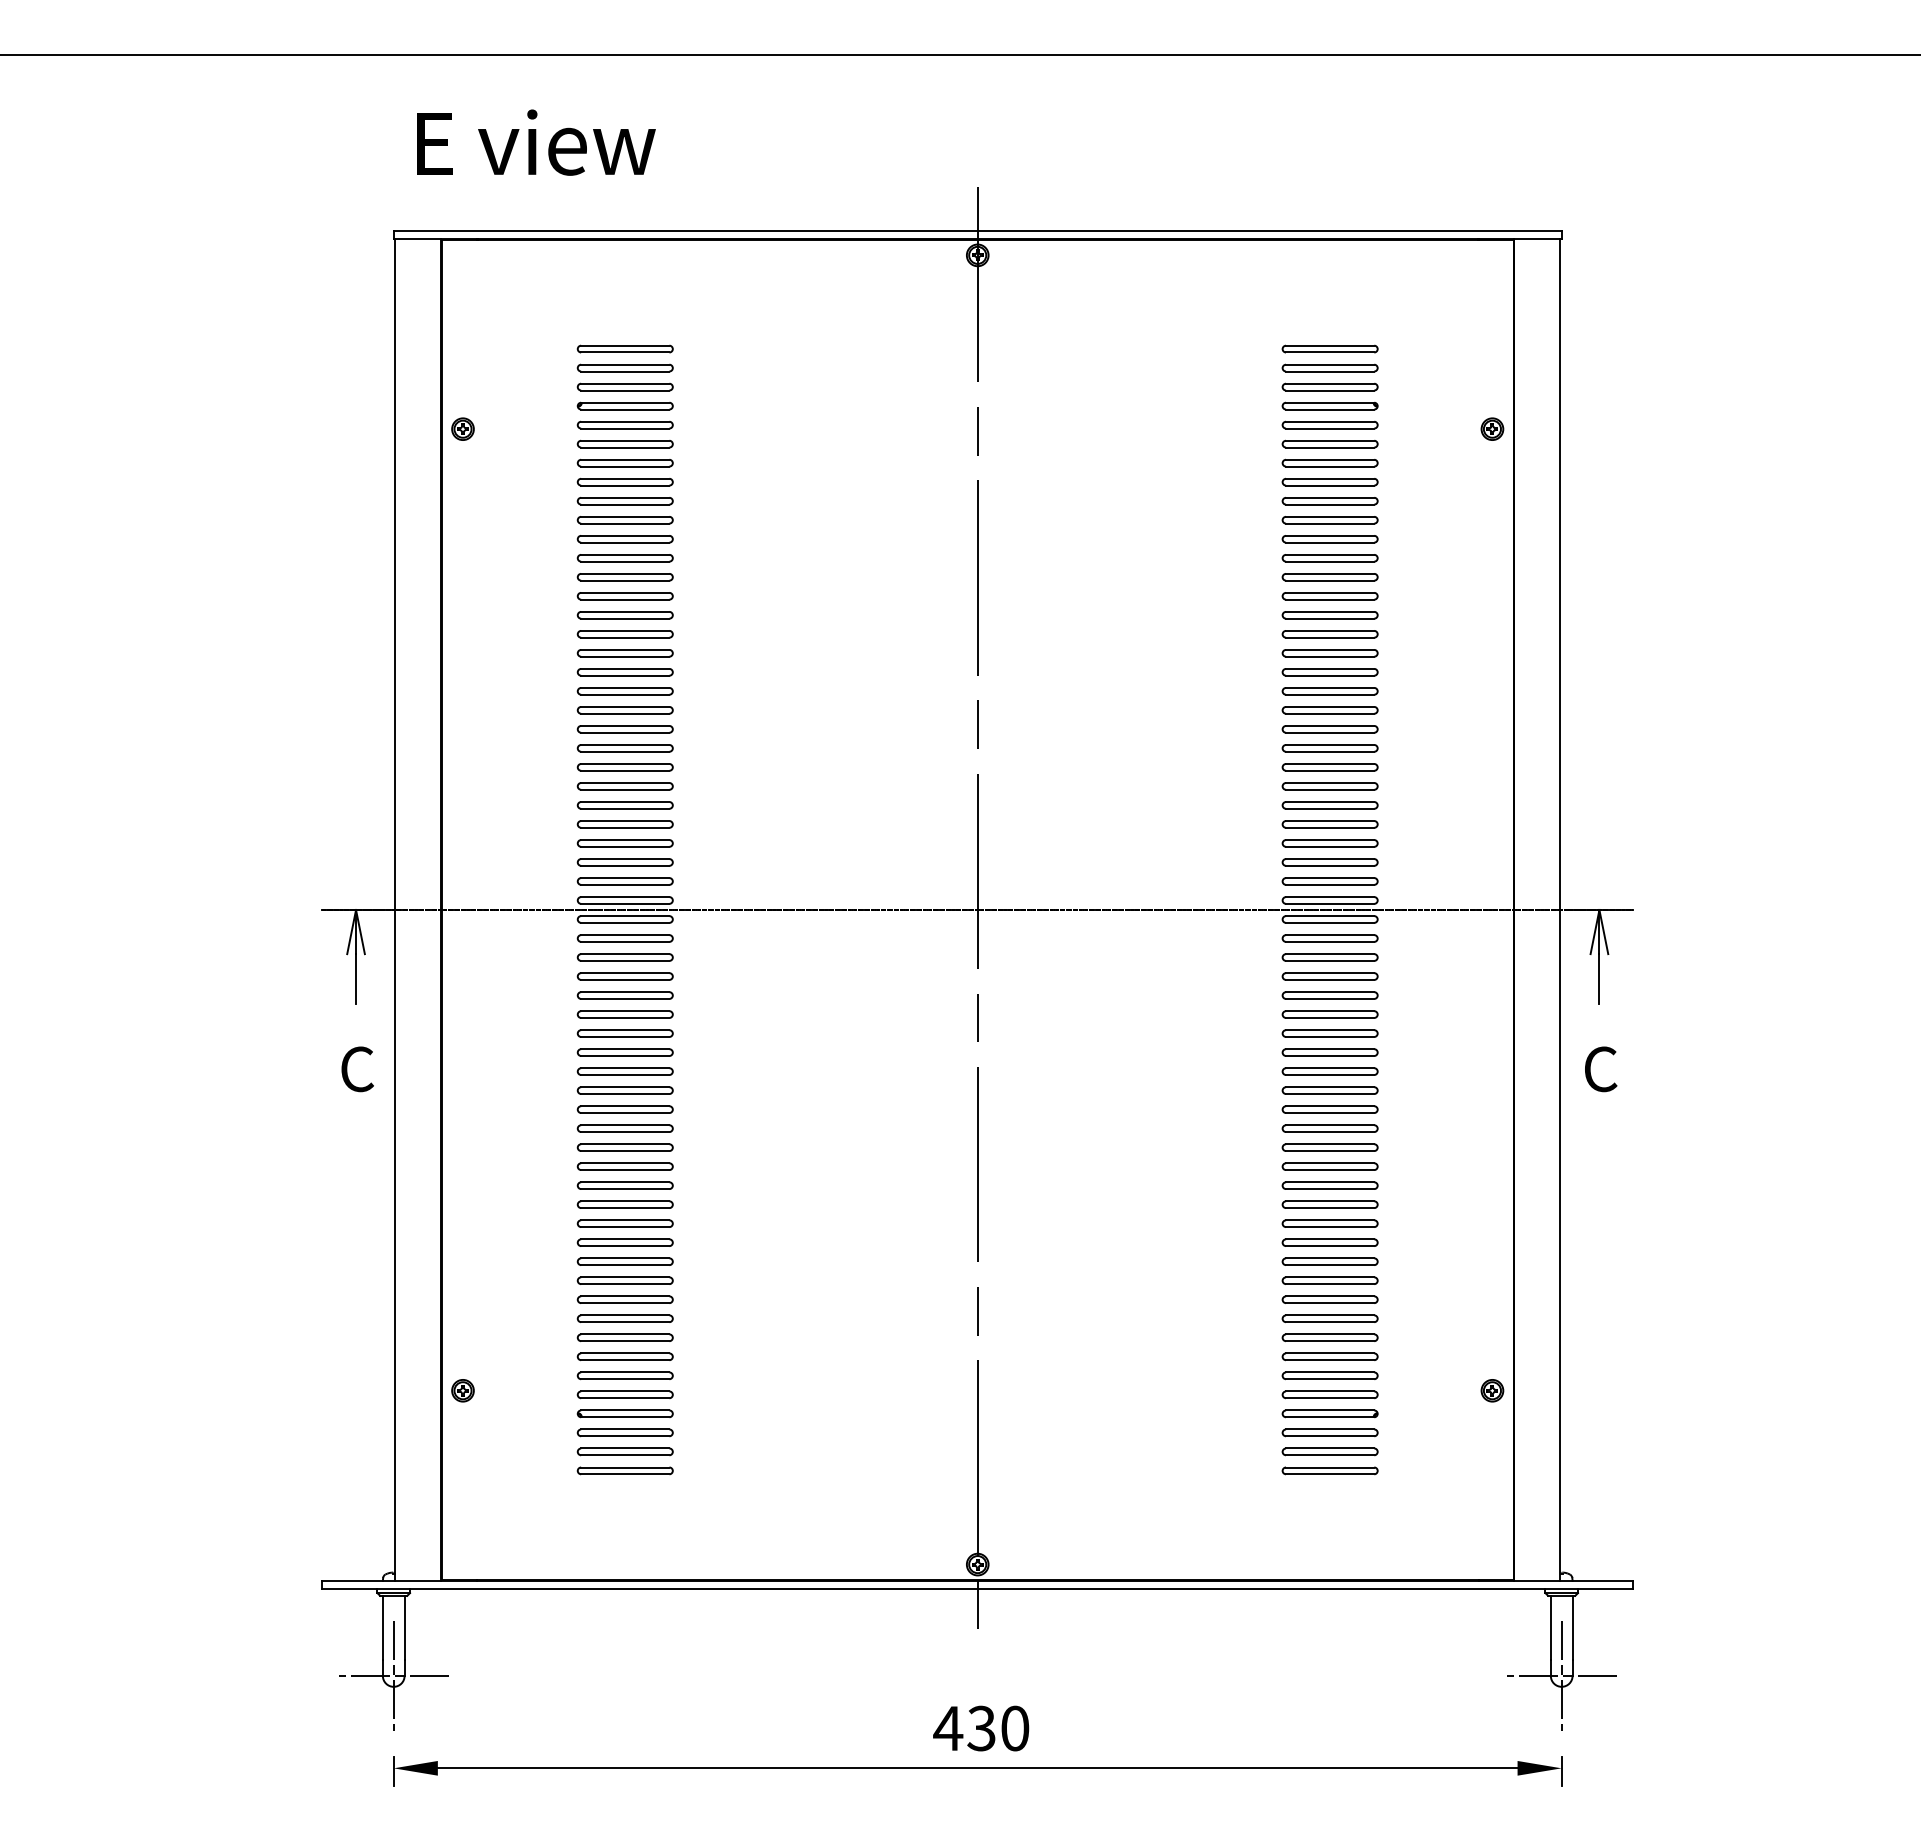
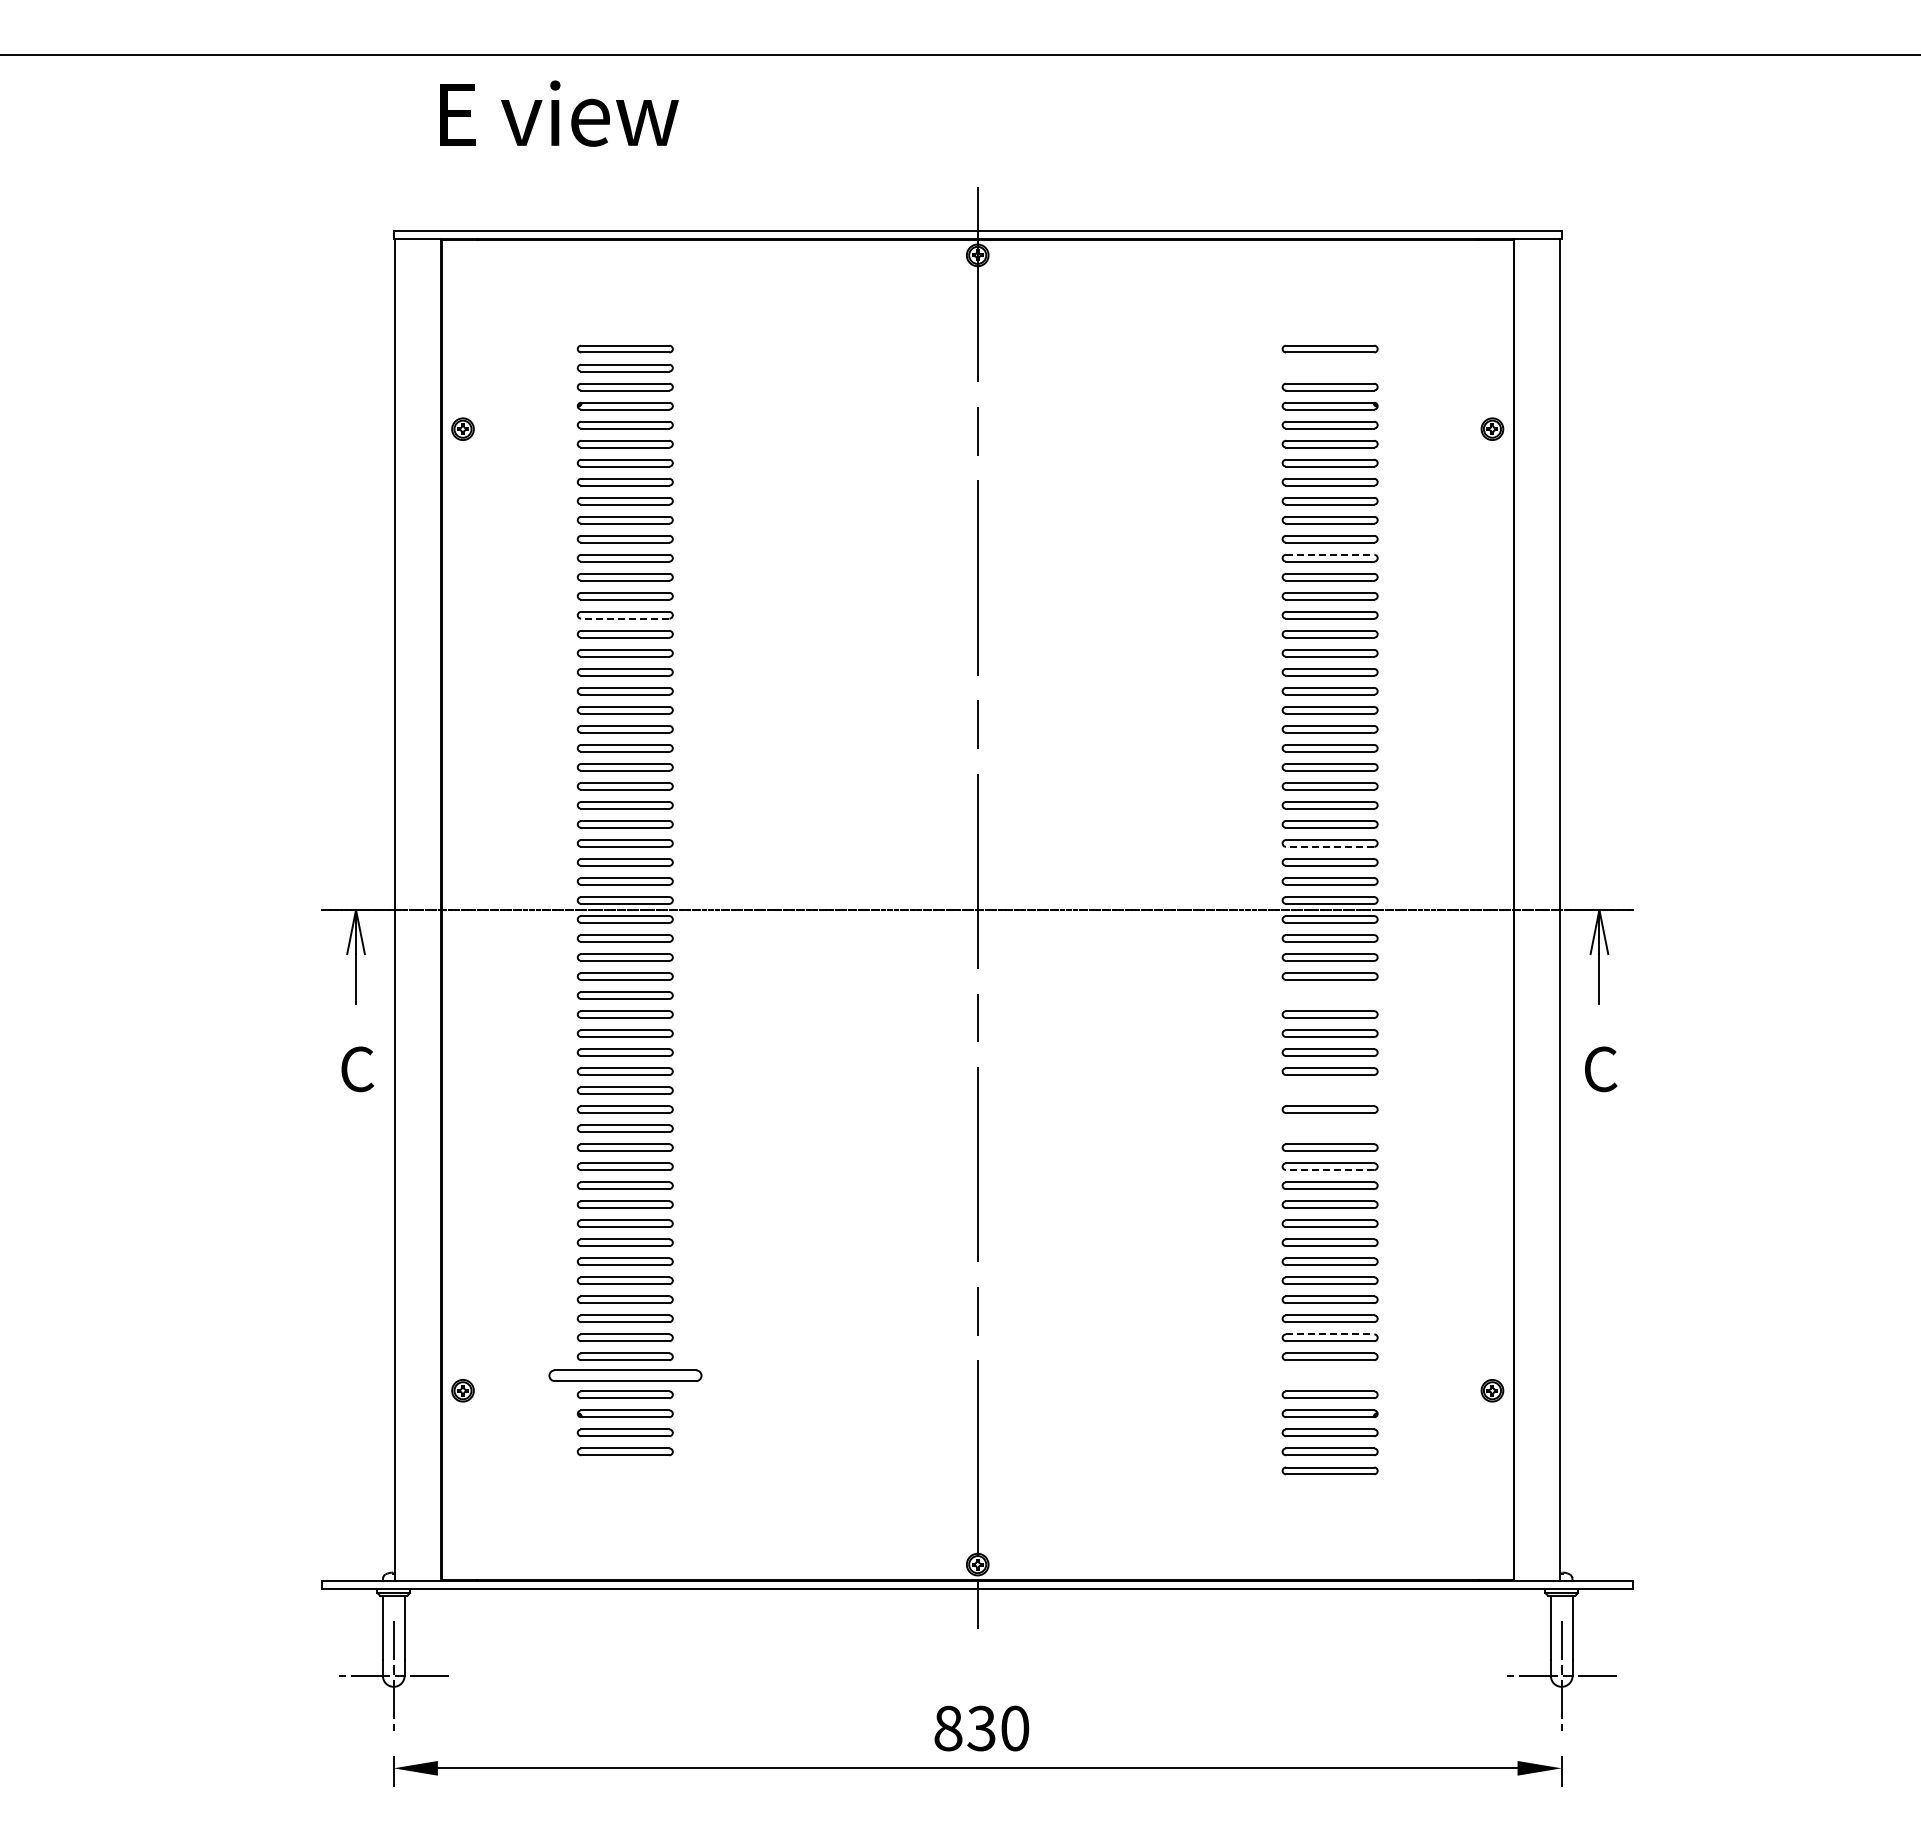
text at (536, 142) position: (536, 142) -> (559, 113)
part at (1329, 367): present -> none
line at (1330, 554): solid -> dashed
line at (624, 618): solid -> dashed
line at (1329, 846): solid -> dashed
part at (1329, 995): present -> none
part at (1329, 1090): present -> none
part at (1329, 1128): present -> none
line at (1329, 1170): solid -> dashed
line at (1330, 1334): solid -> dashed
part at (624, 1375) size: 98x10 px -> 155x13 px
part at (1329, 1375): present -> none
part at (624, 1470): present -> none
text at (948, 1728): 430 -> 830
